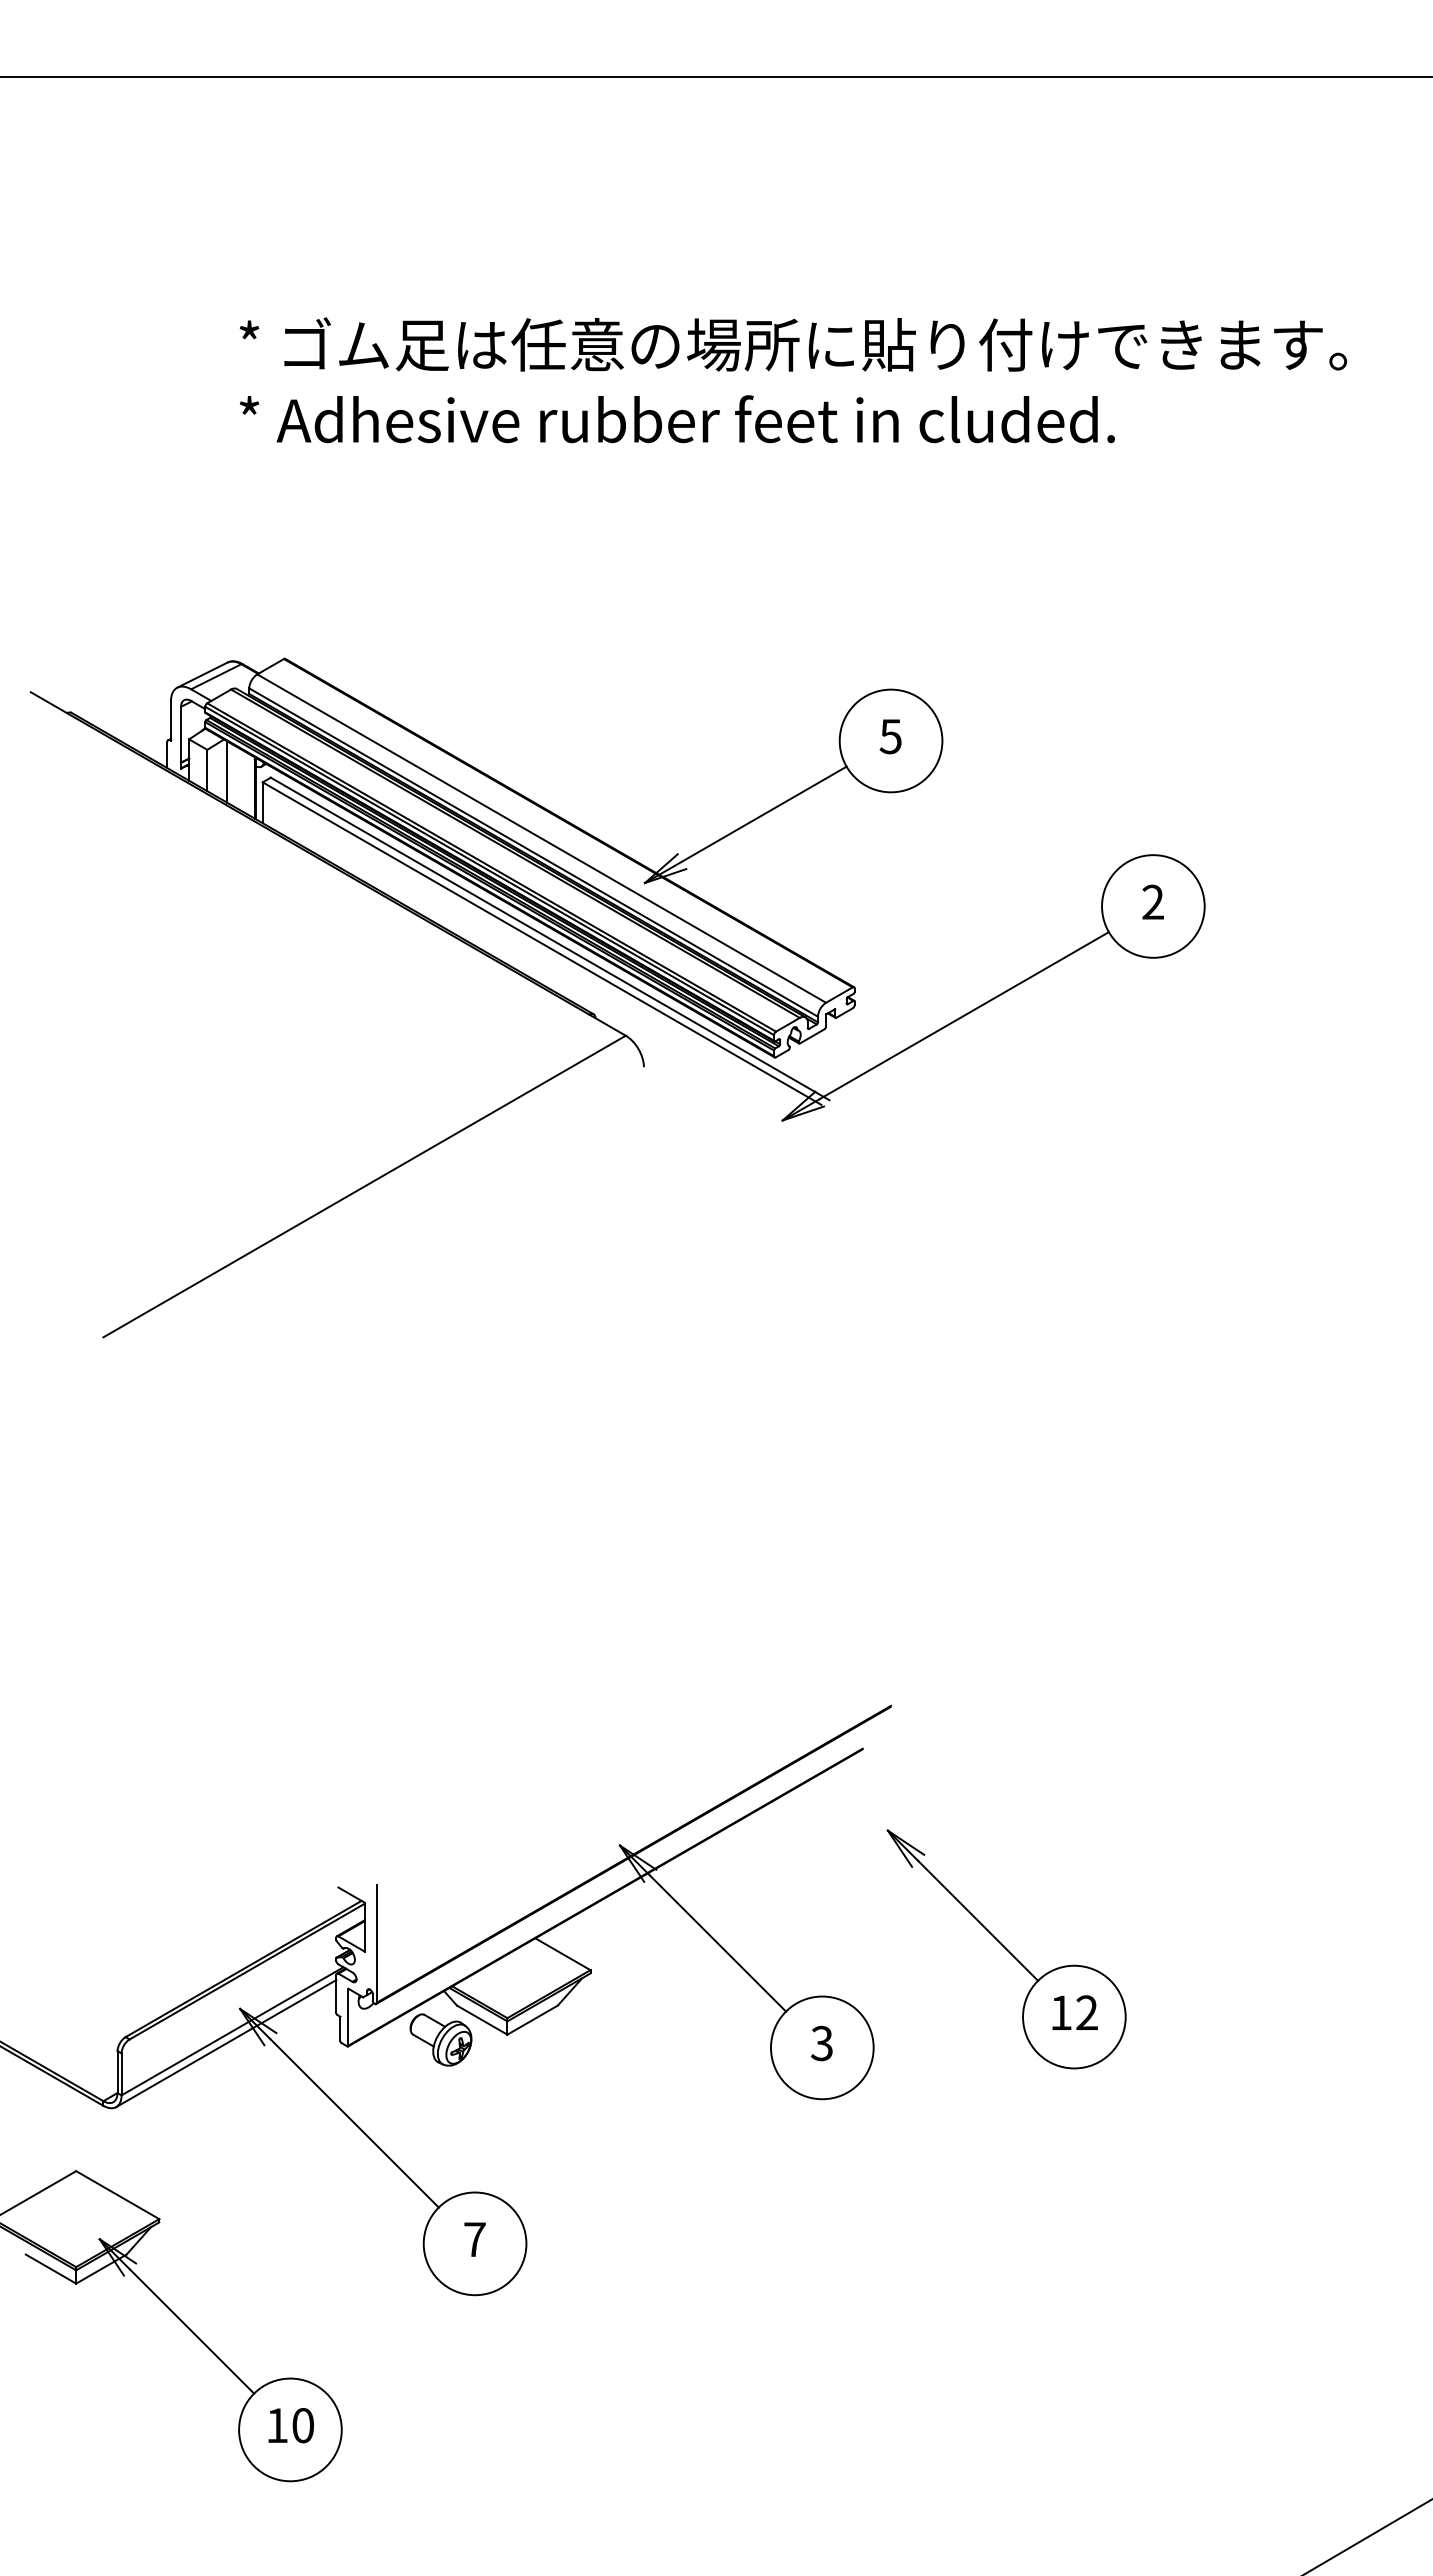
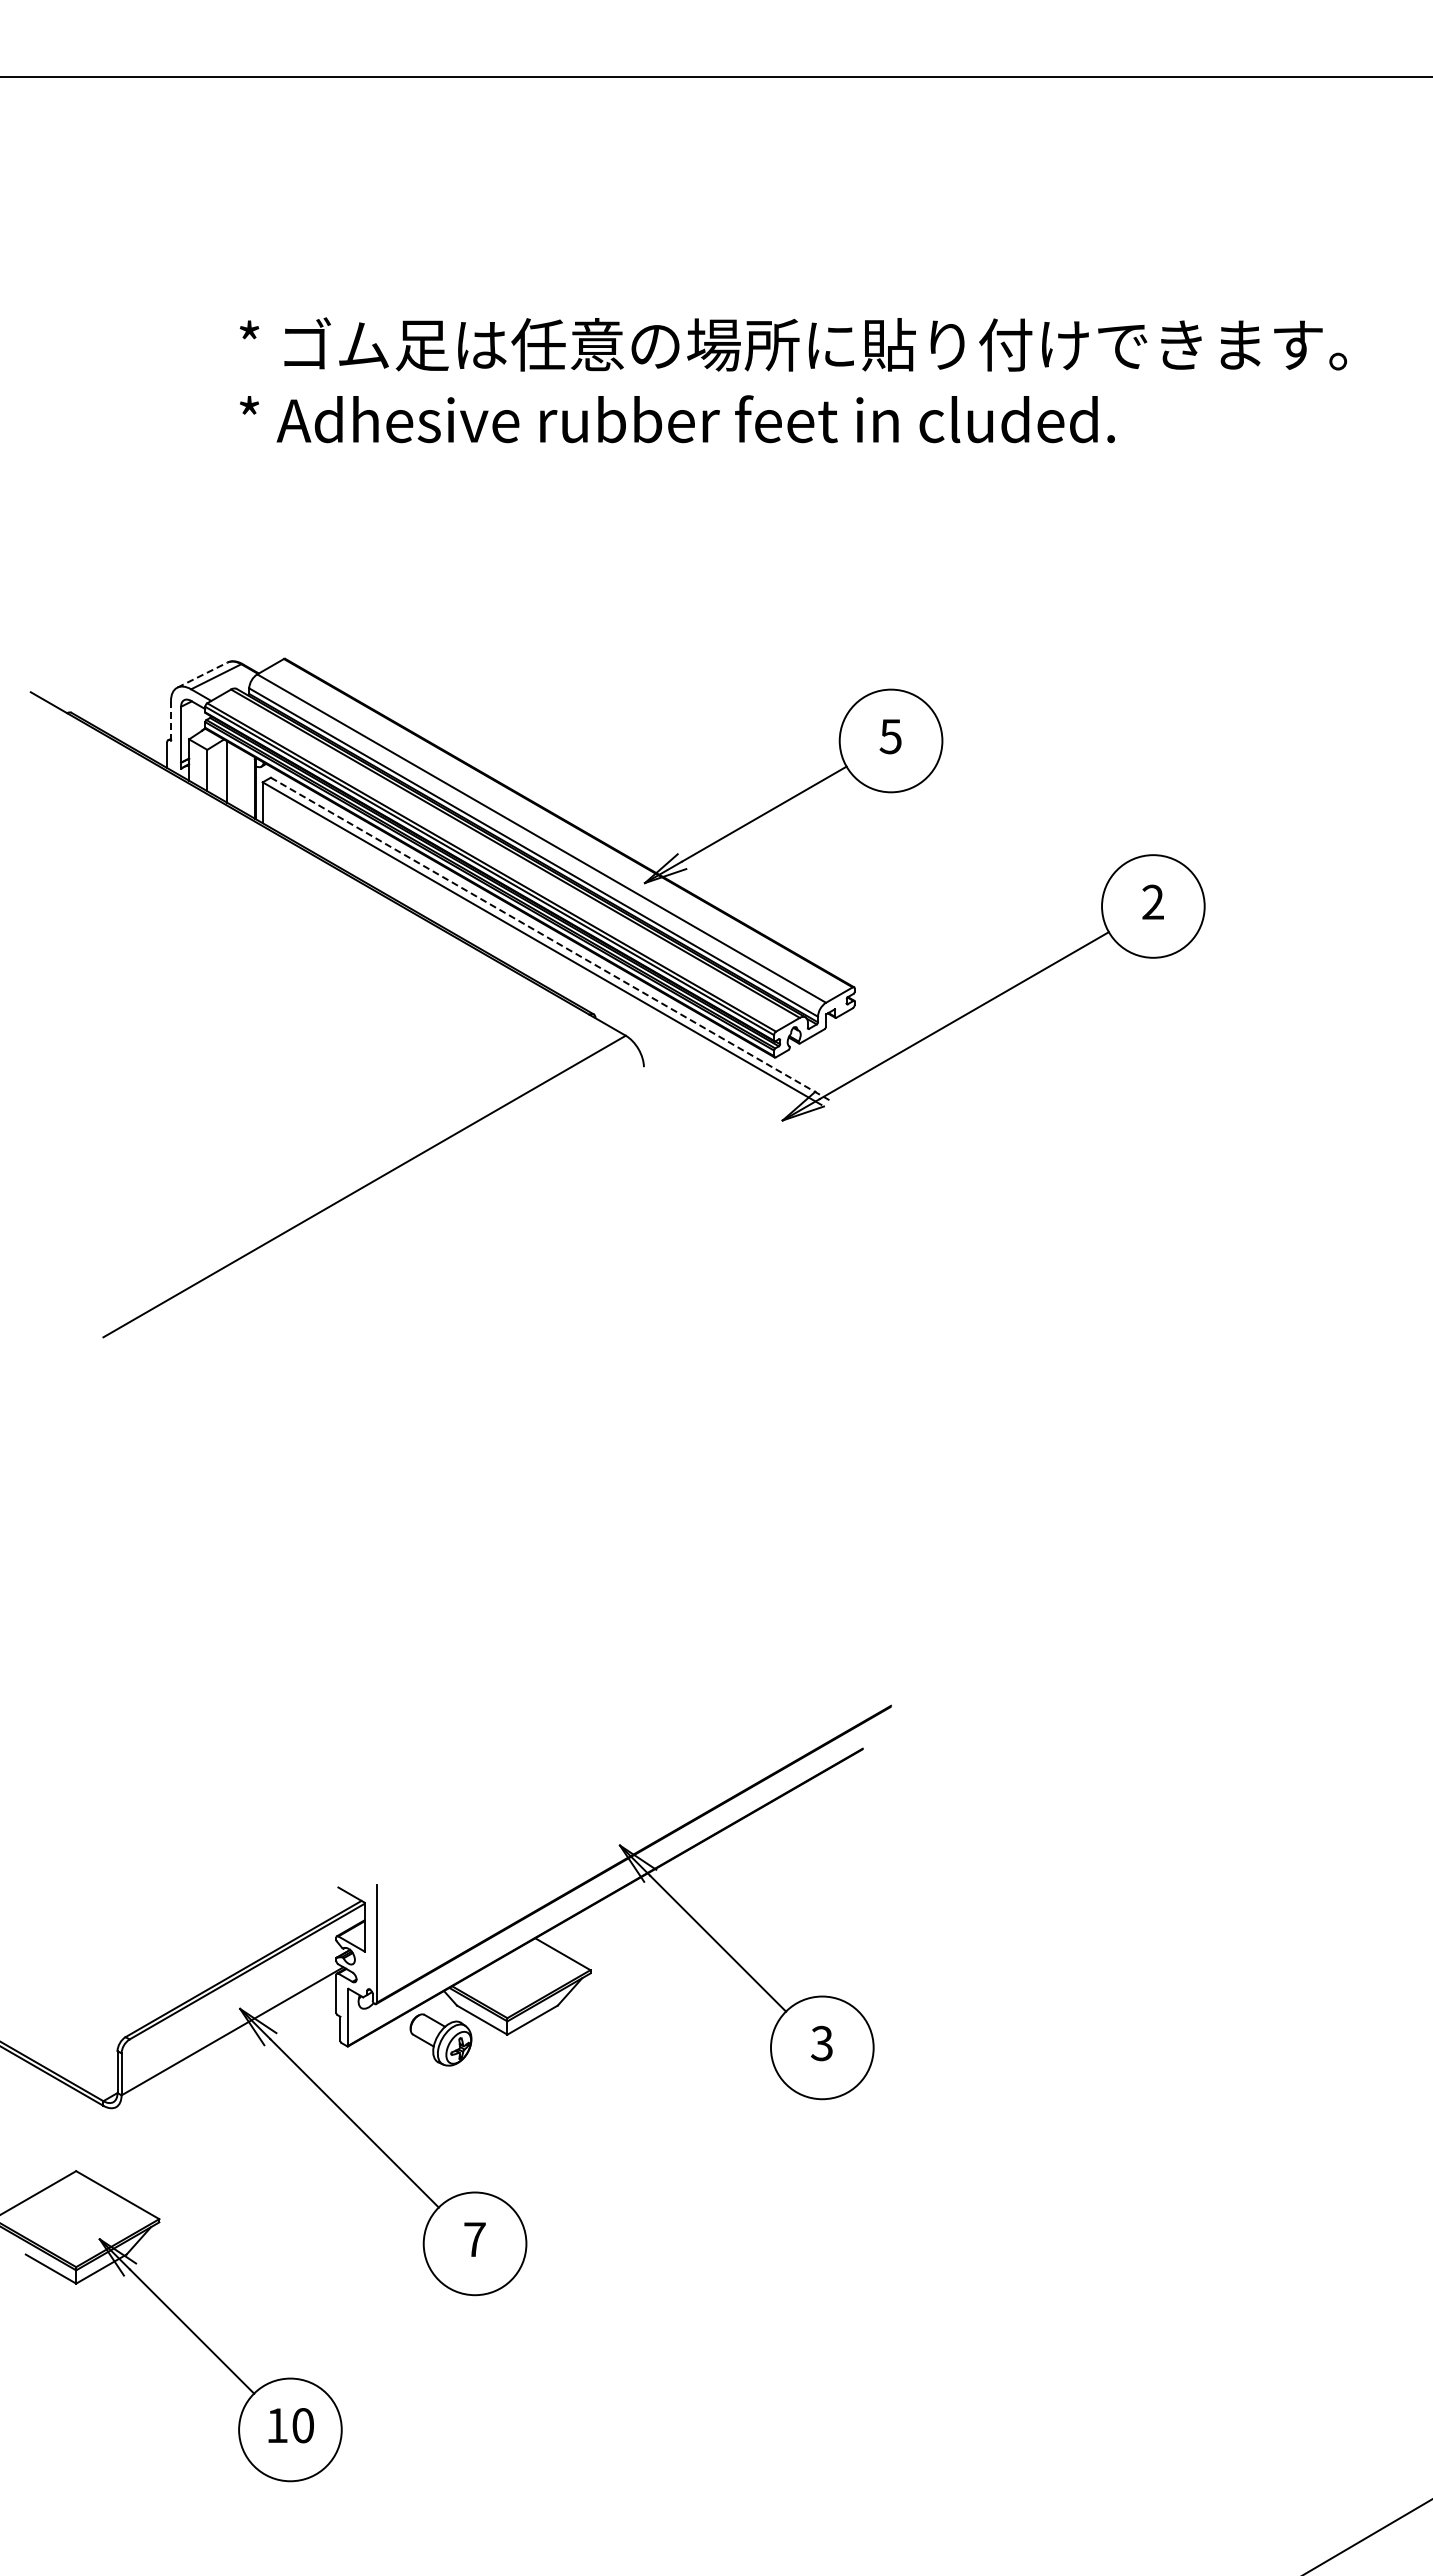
line at (202, 674): solid -> dashed
line at (171, 720): solid -> dashed
line at (550, 938): solid -> dashed
part at (1006, 1949): present -> none
line at (226, 2043): present -> none
